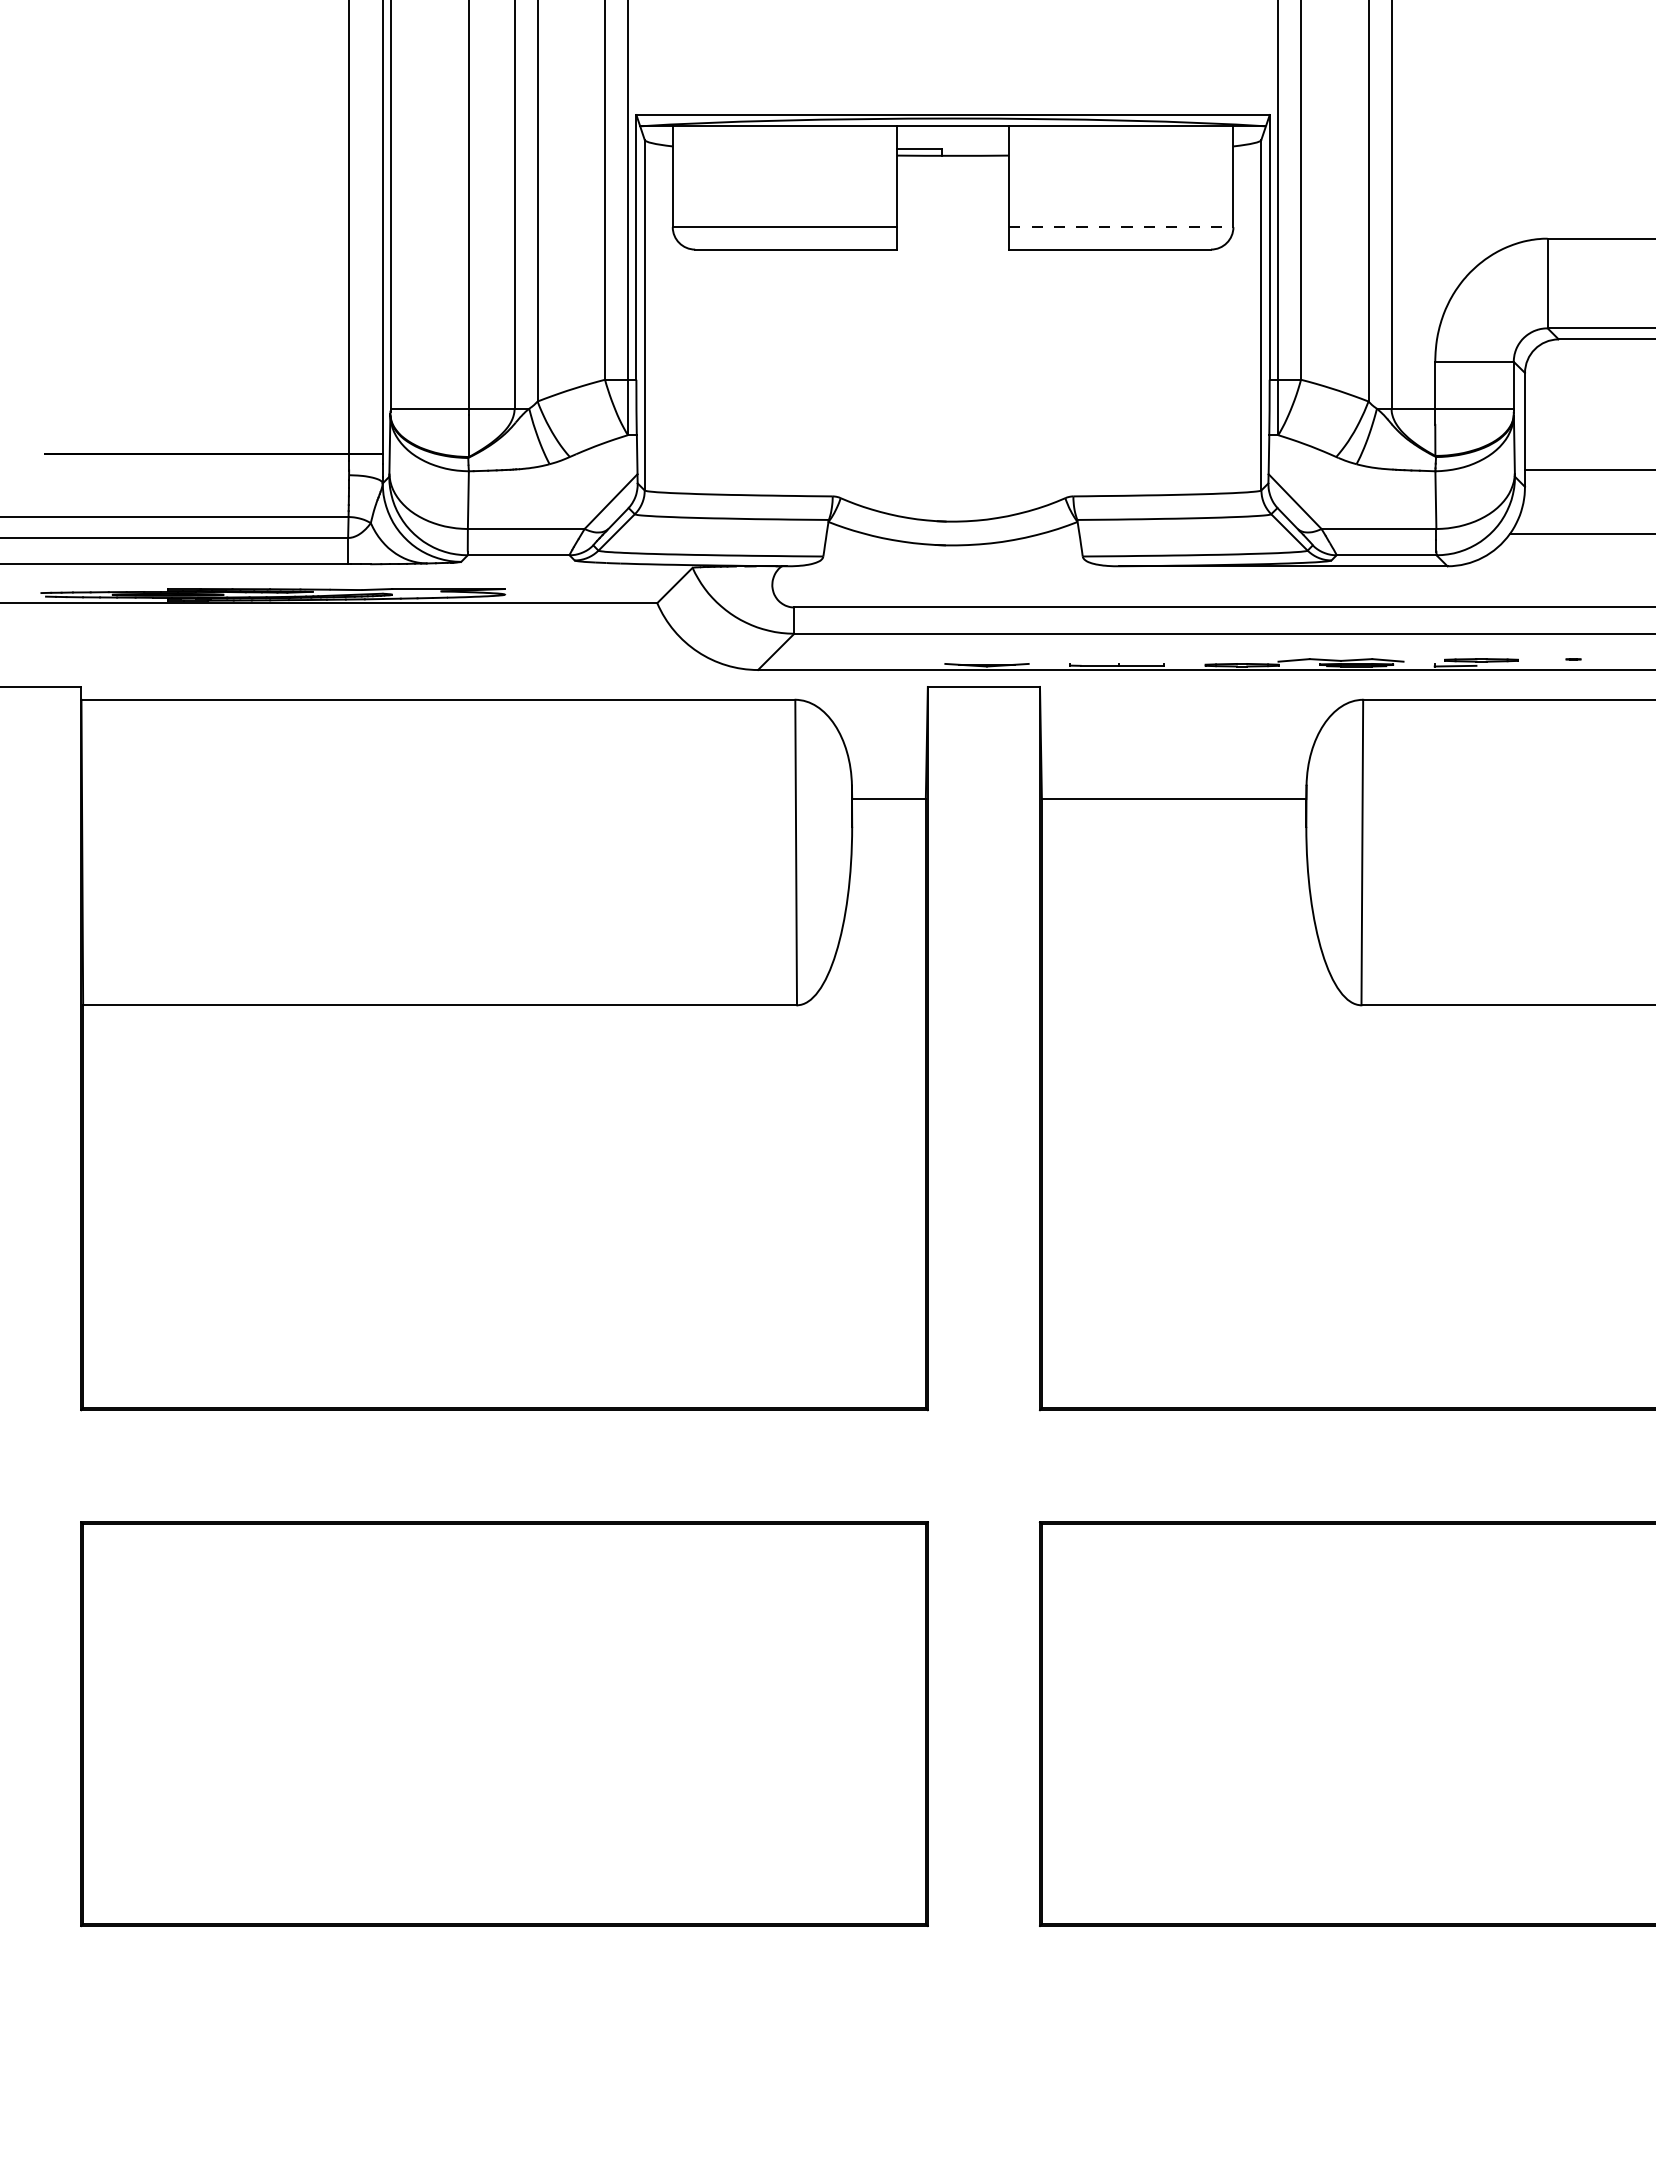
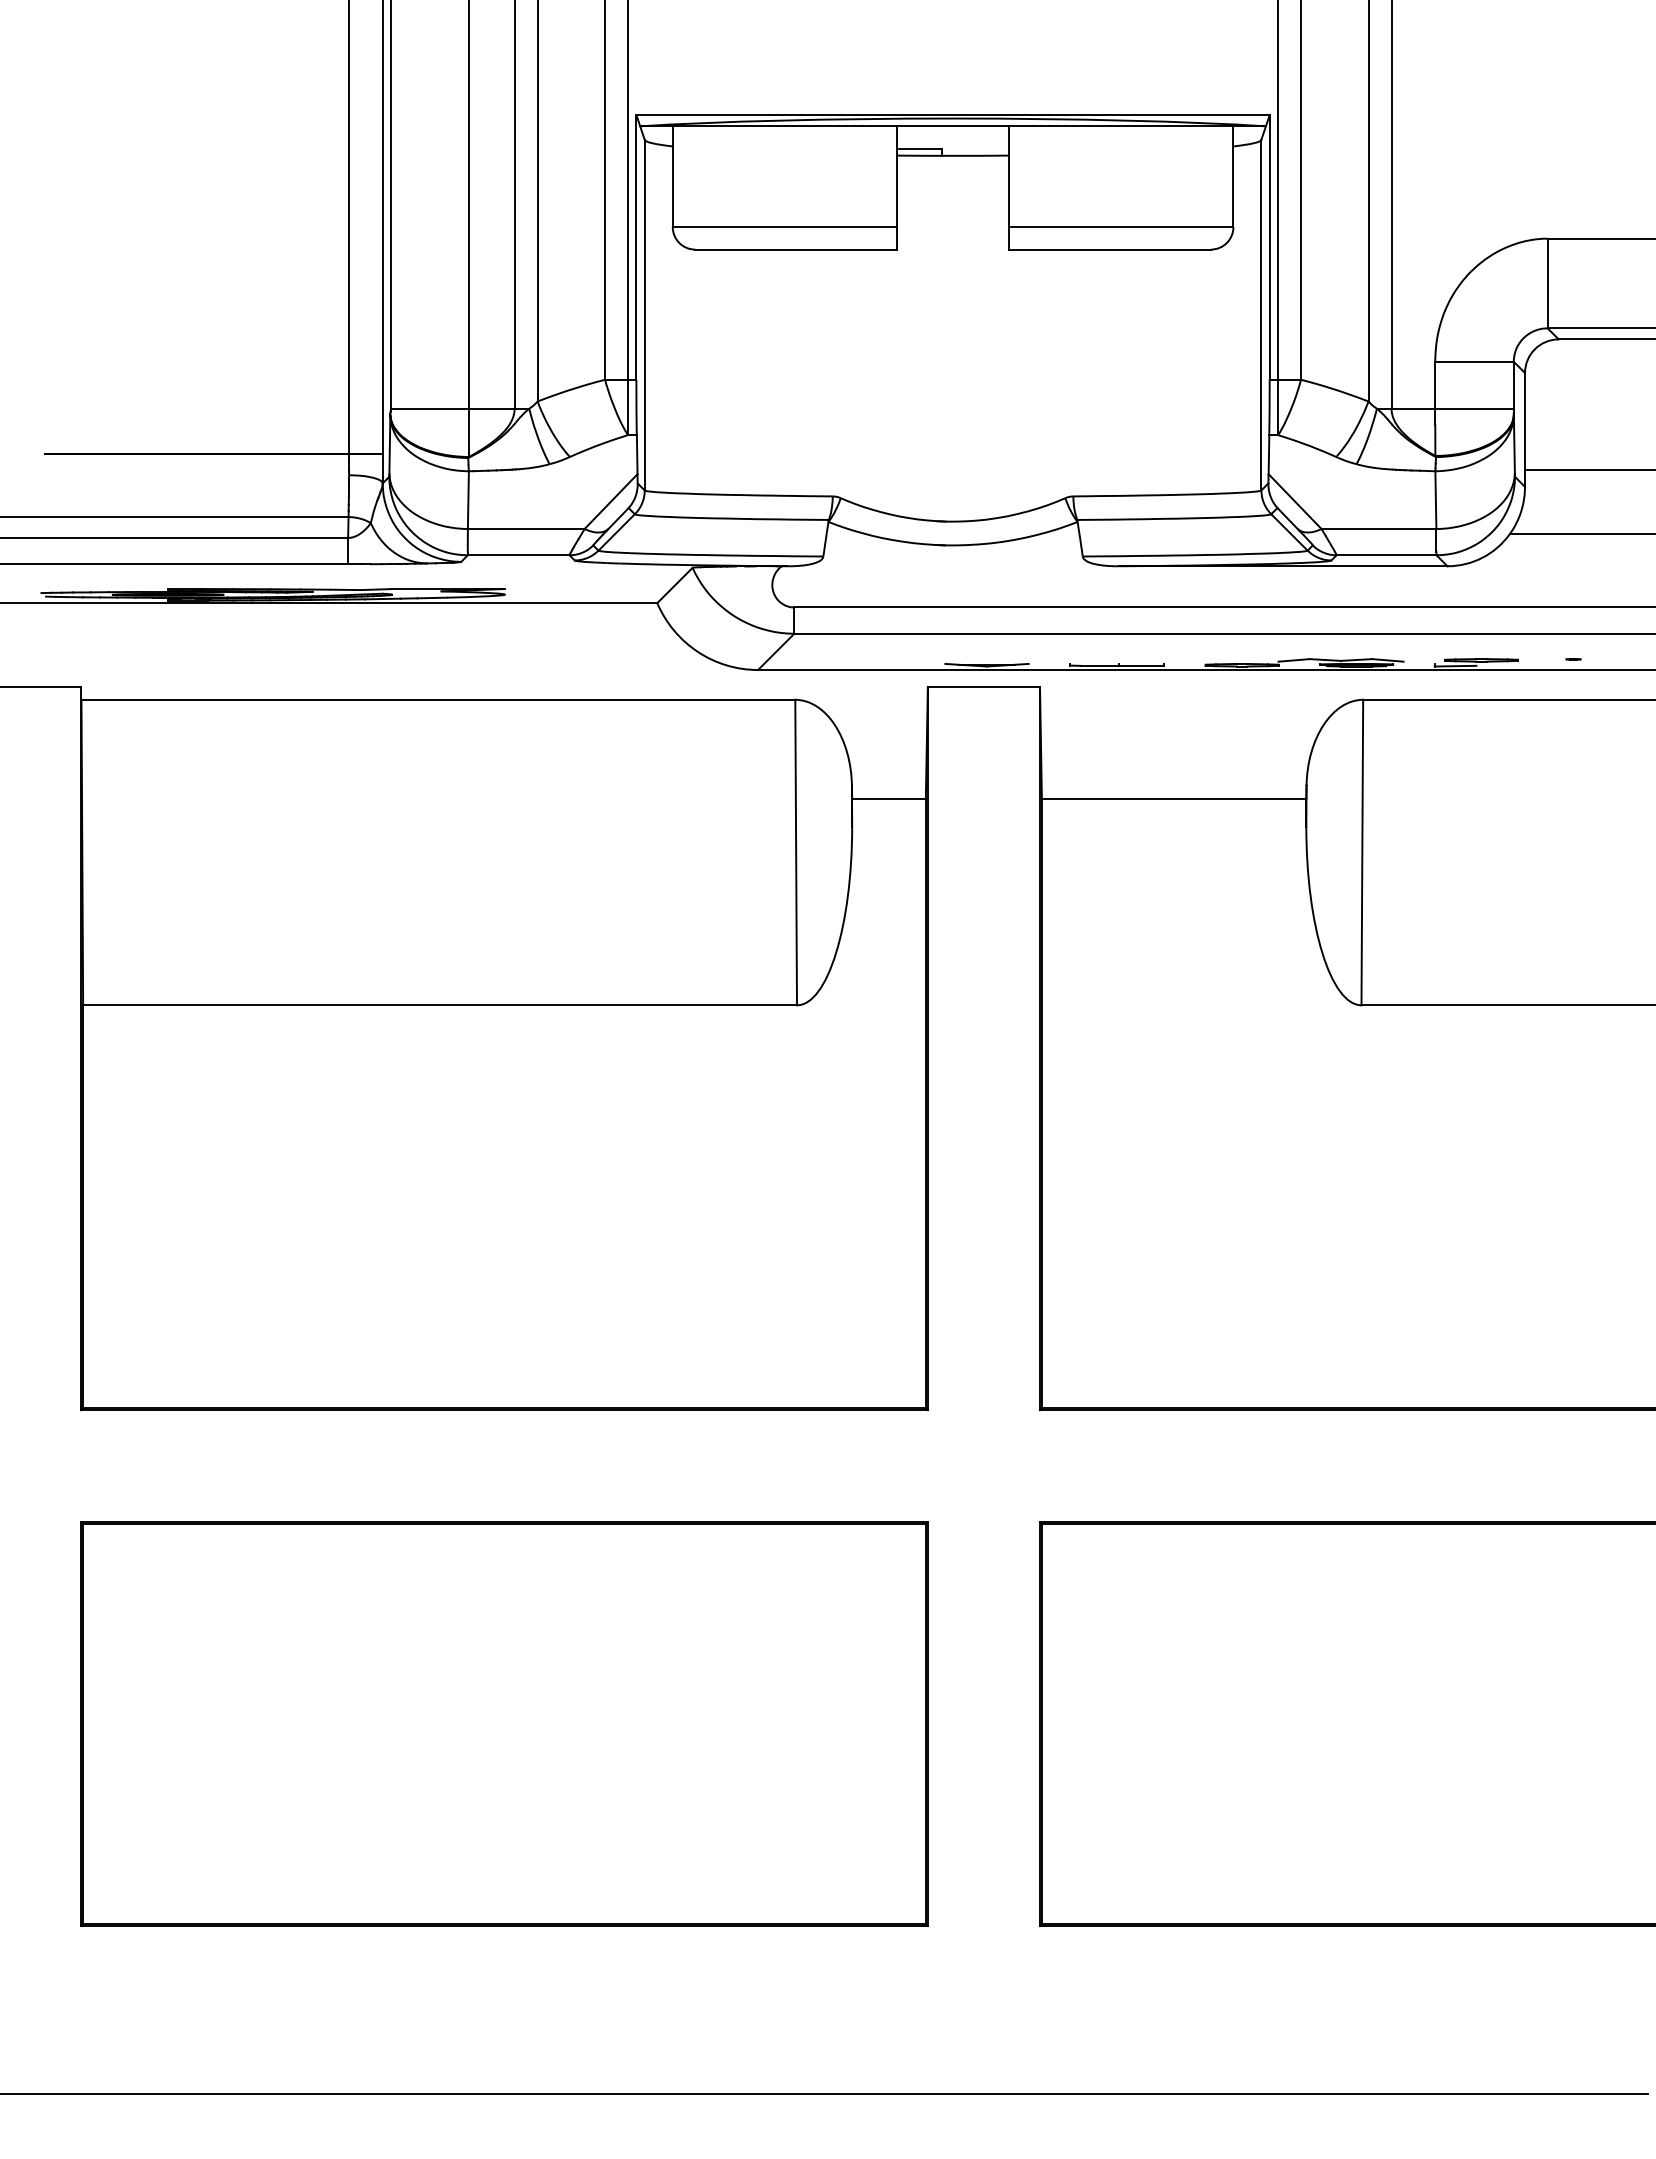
line at (1121, 227): dashed -> solid
line at (825, 2094): none -> present
